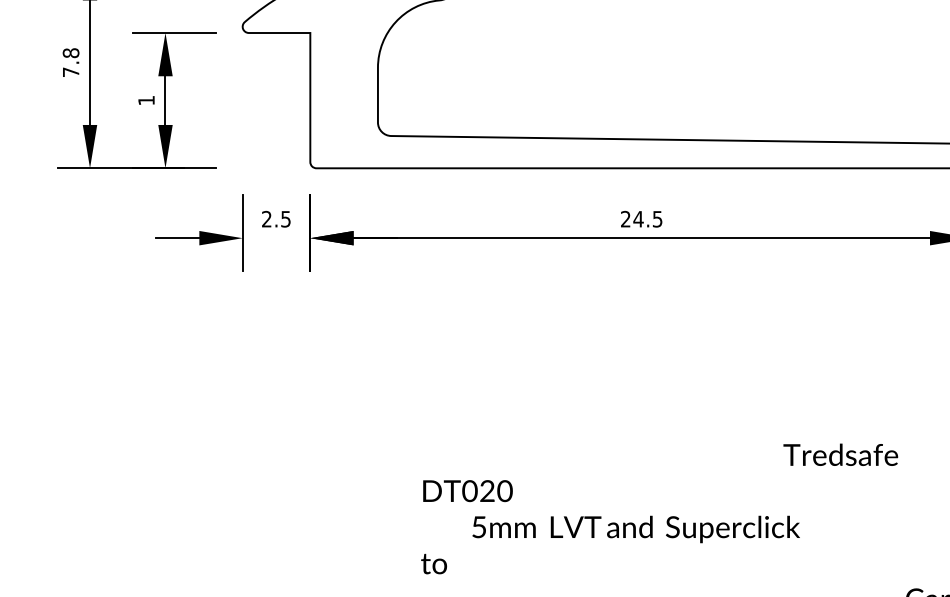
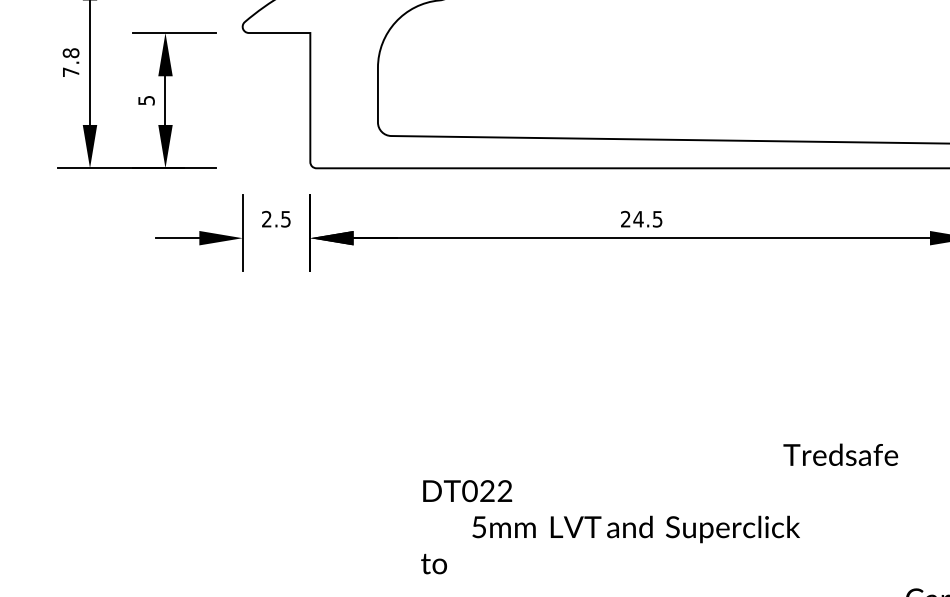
text at (146, 100): 1 -> 5
text at (504, 491): DT020 -> DT022
